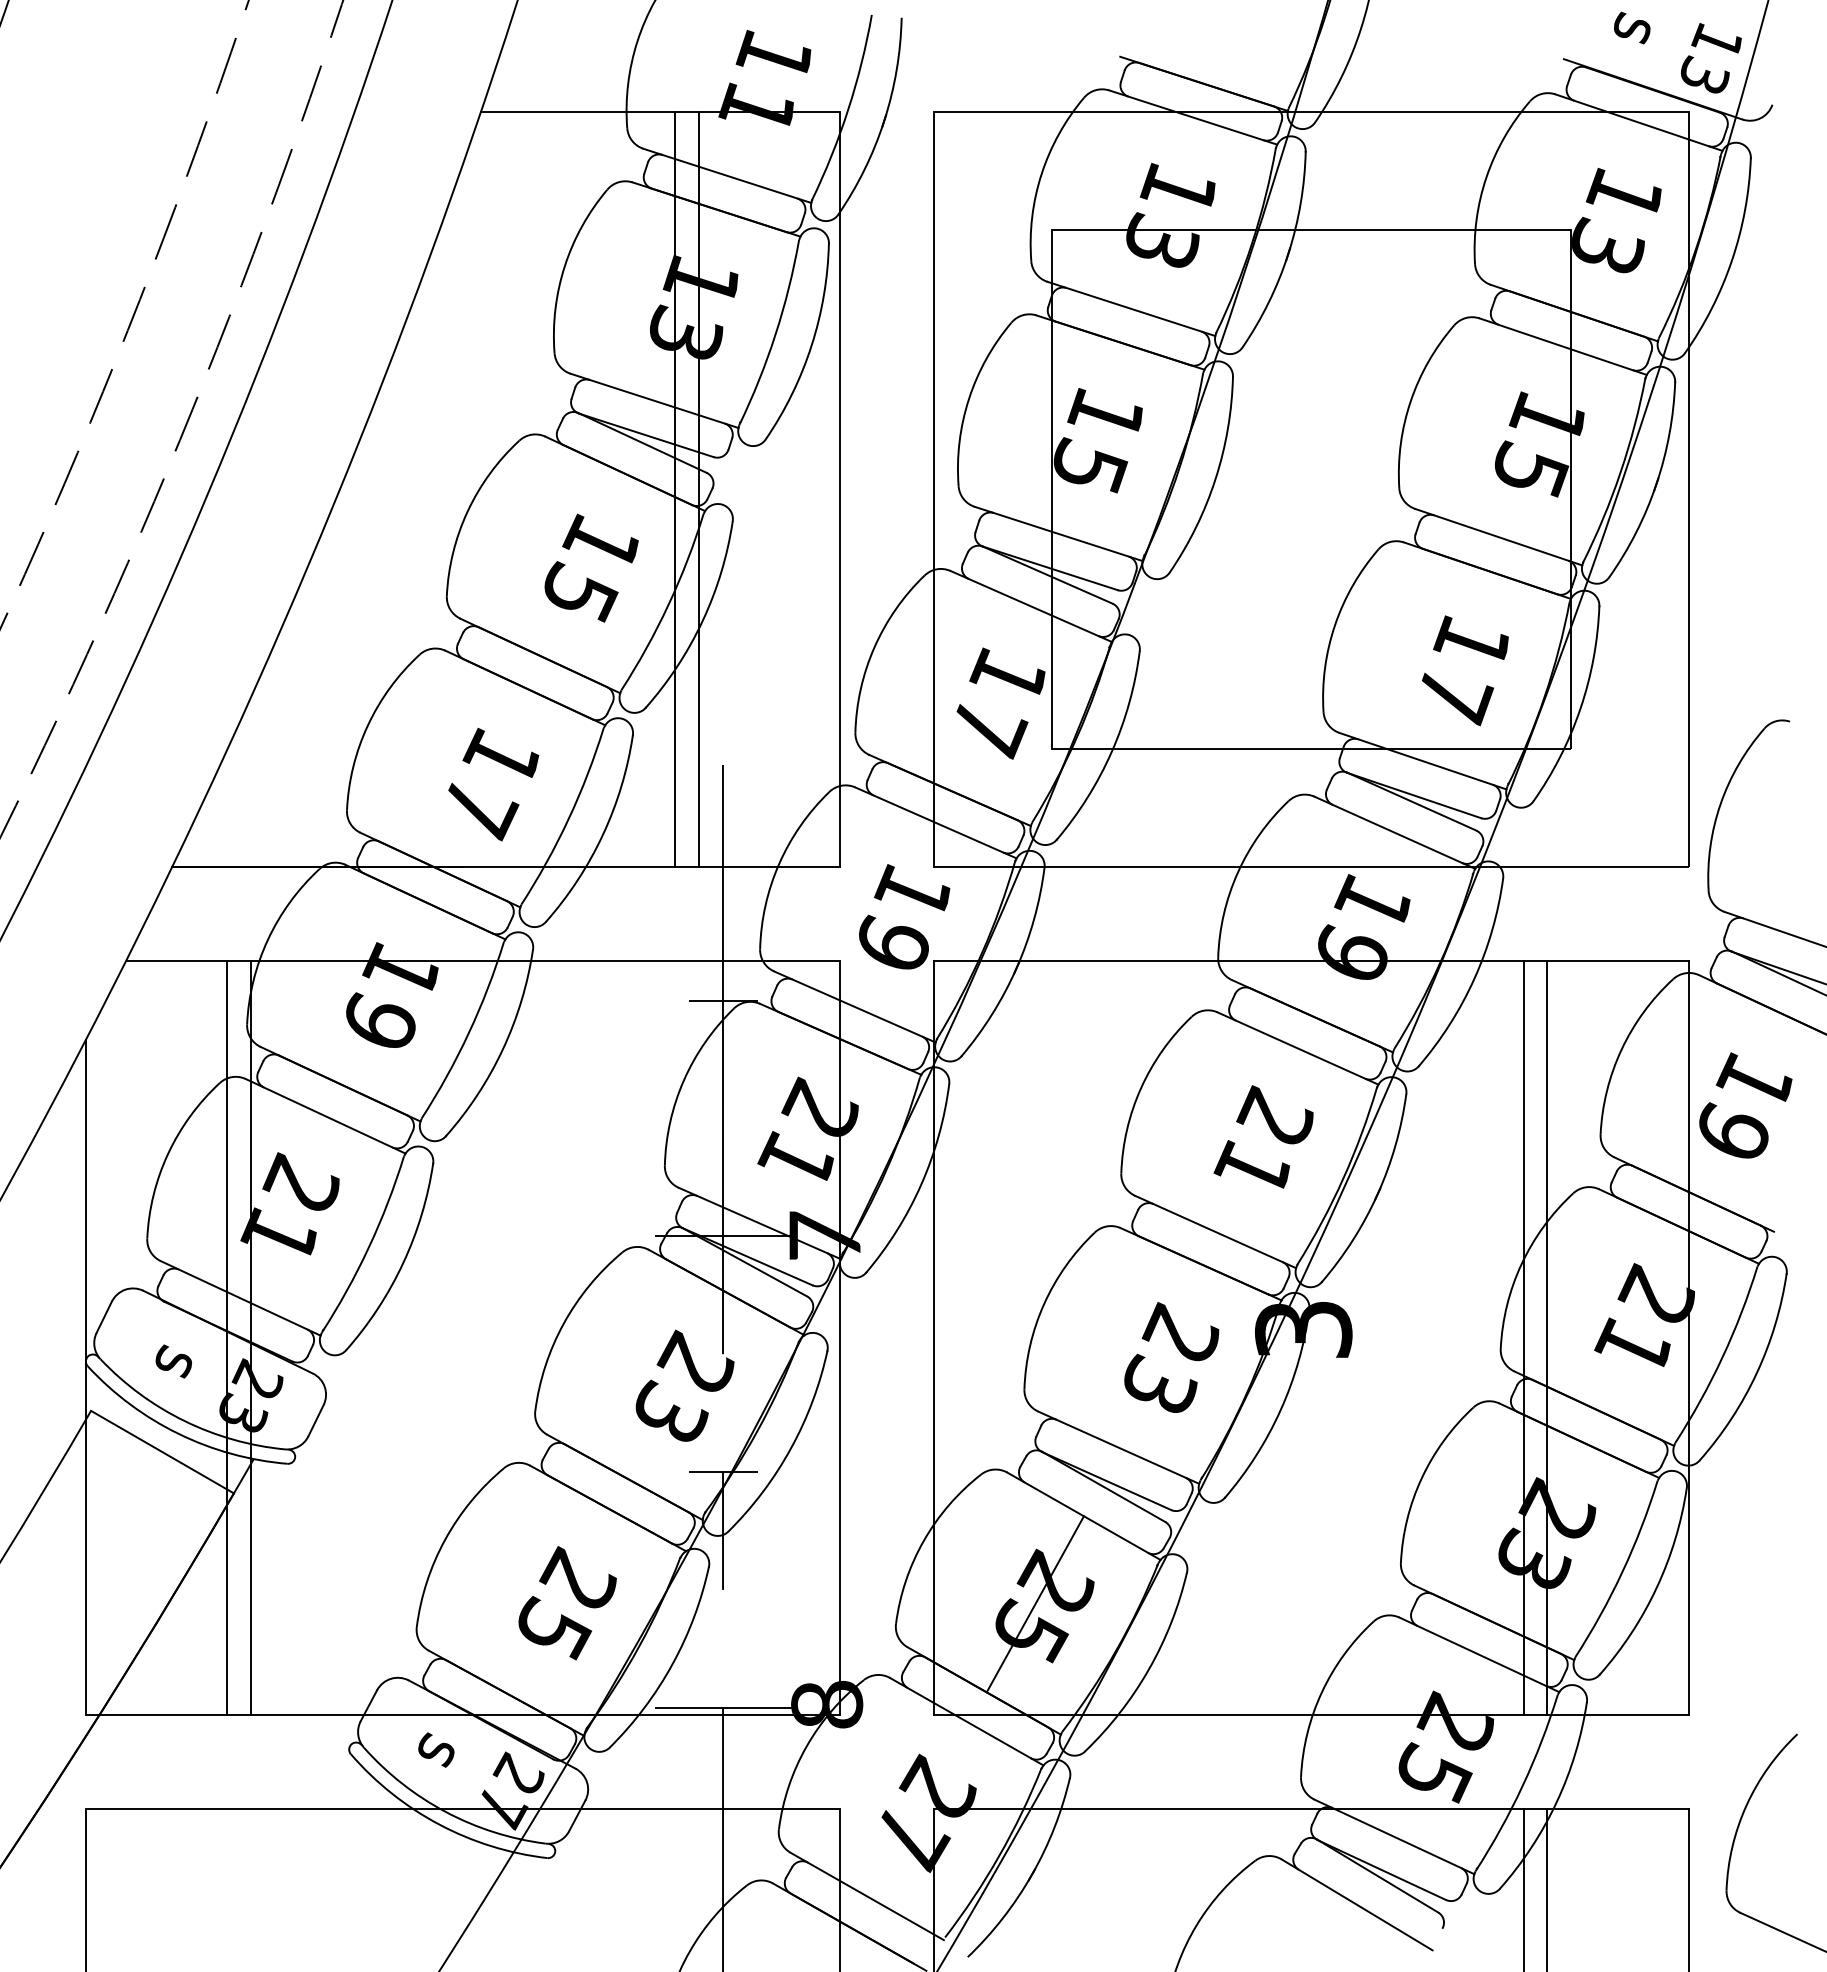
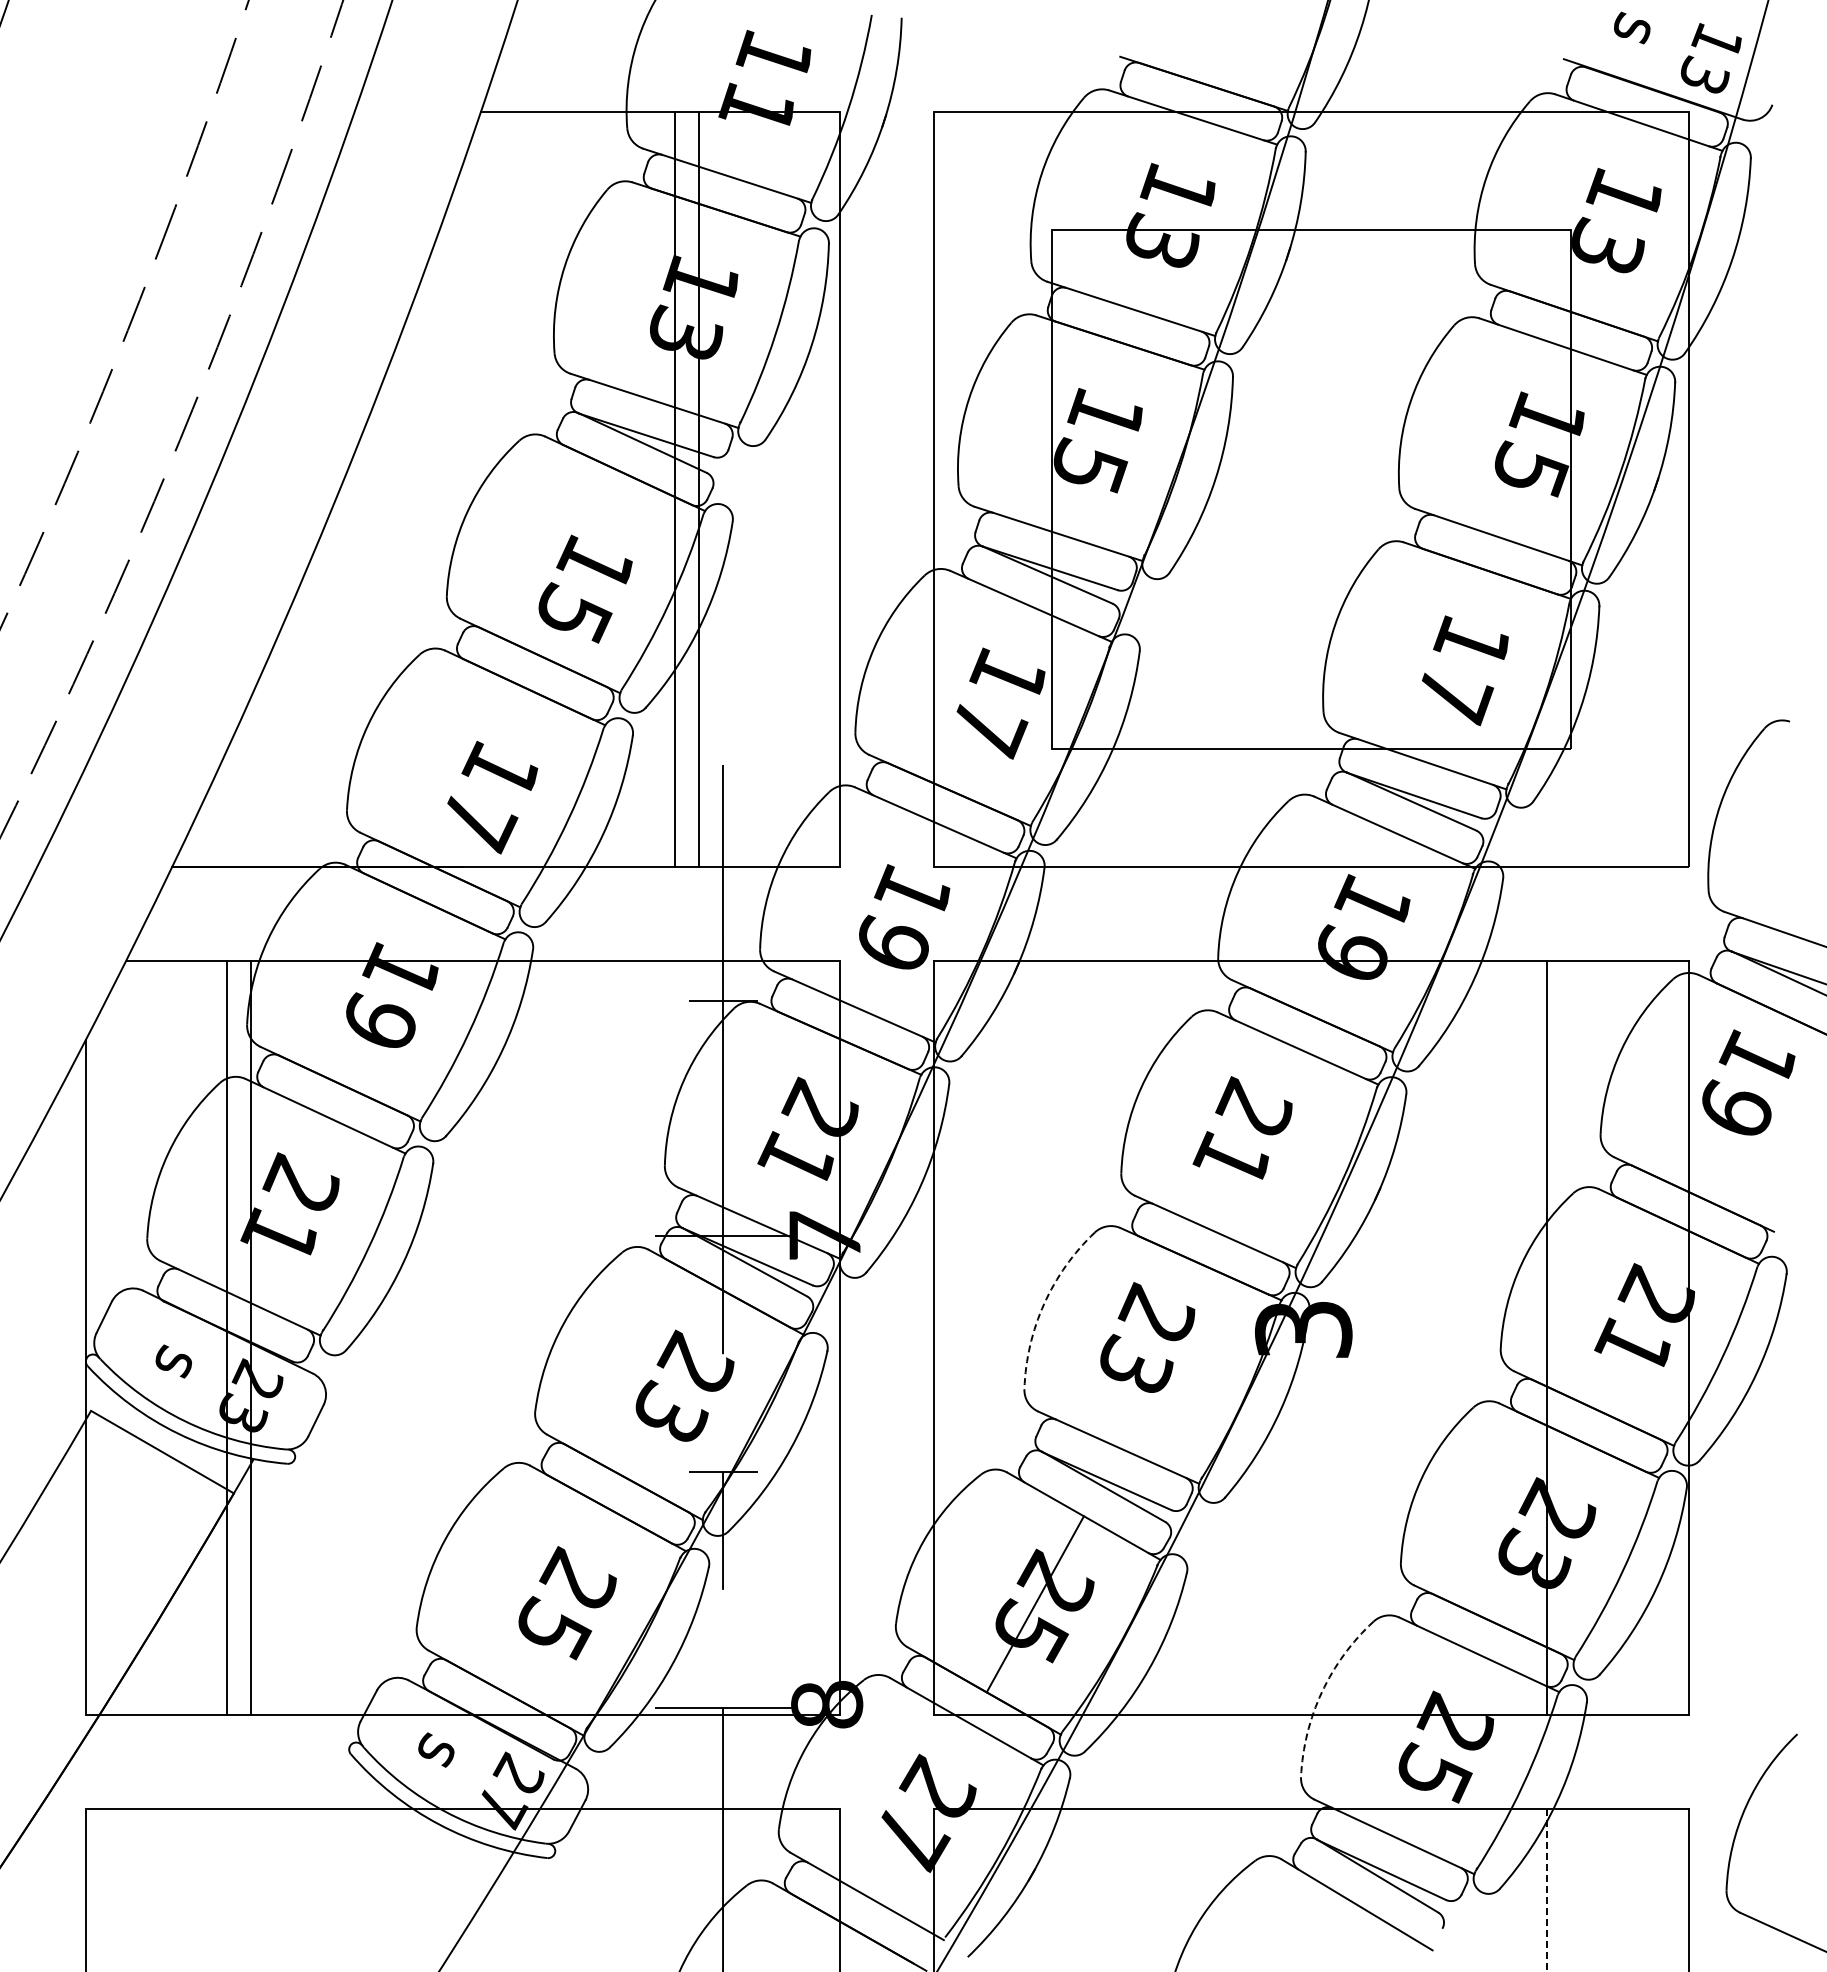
text at (591, 567) position: (591, 567) -> (585, 588)
text at (493, 784) position: (493, 784) -> (492, 797)
text at (1745, 1105) position: (1745, 1105) -> (1748, 1082)
text at (1263, 1136) position: (1263, 1136) -> (1242, 1127)
arc at (1044, 1303): solid -> dashed
line at (1523, 1337): present -> none
text at (1171, 1357) position: (1171, 1357) -> (1147, 1337)
arc at (1321, 1692): solid -> dashed
line at (1523, 1888): present -> none
line at (1547, 1890): solid -> dashed
